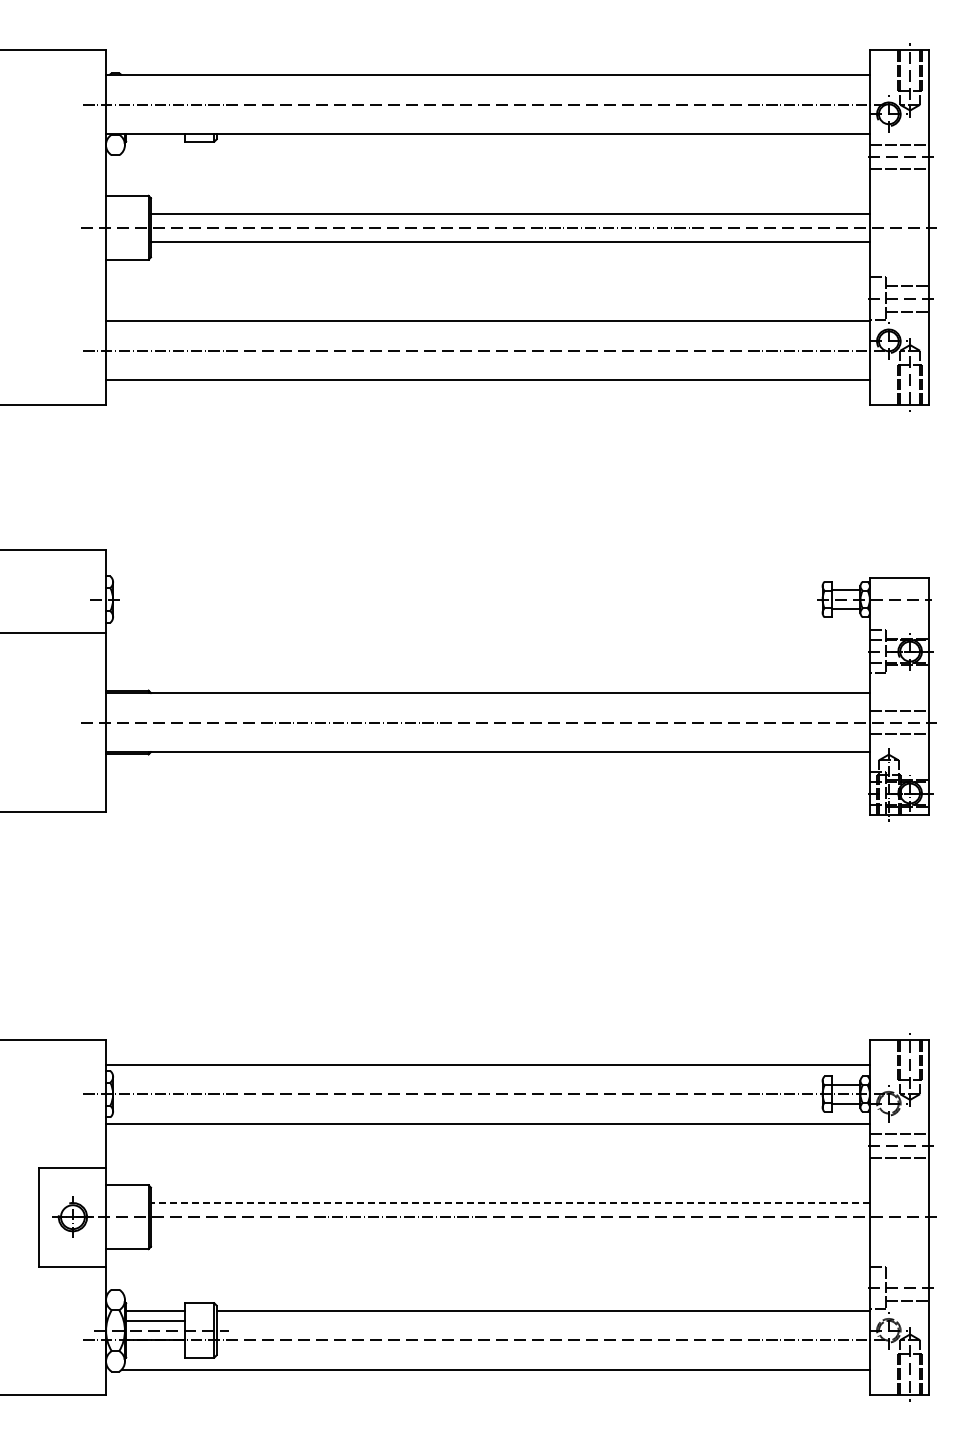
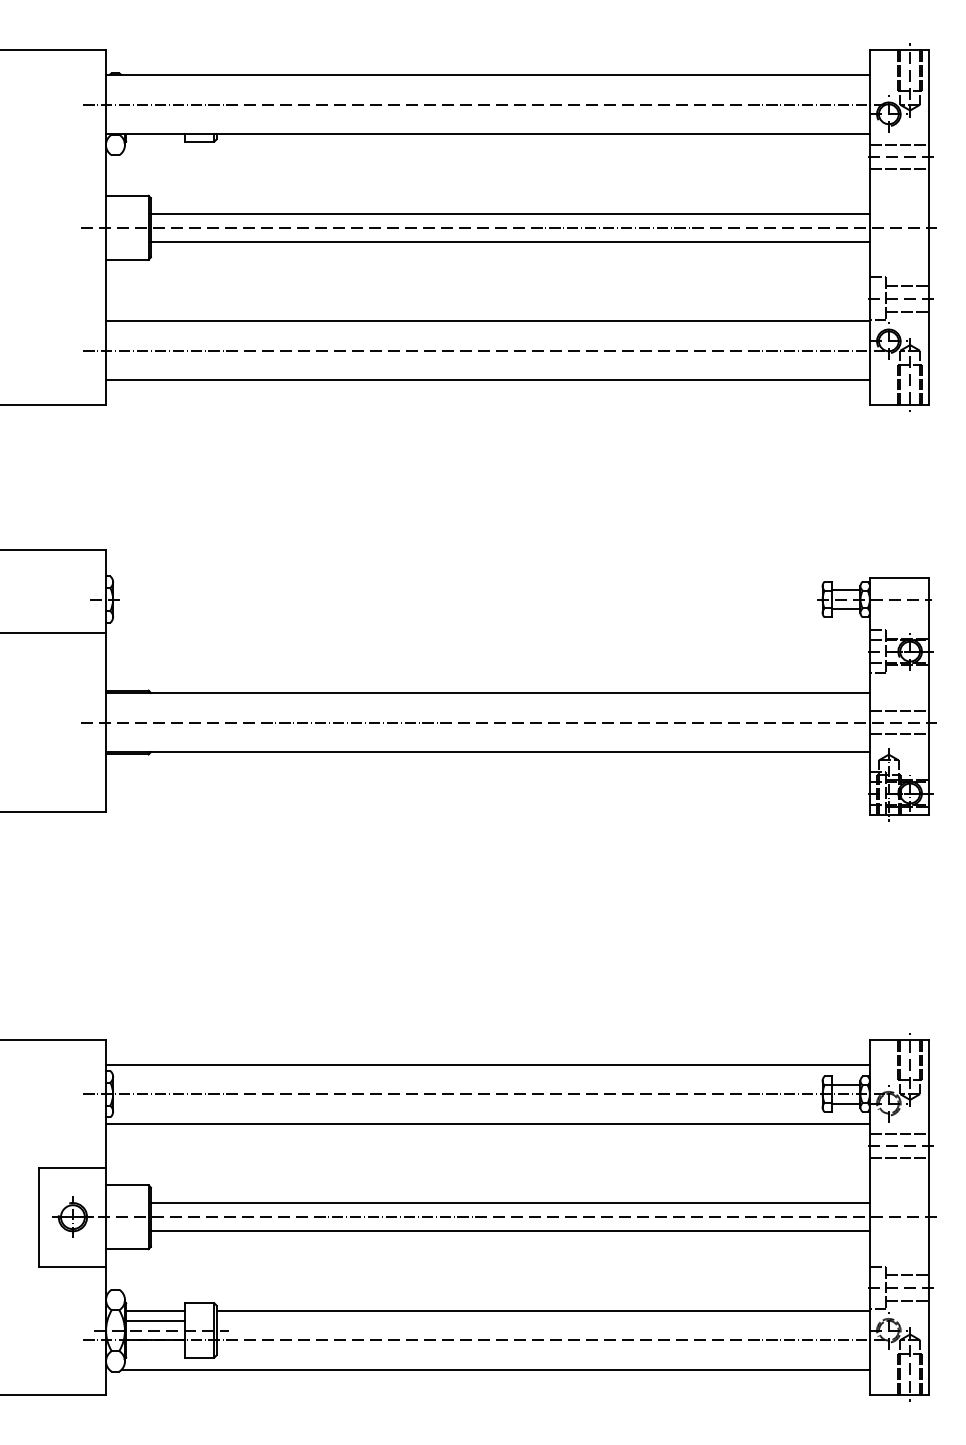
line at (509, 1202): dashed -> solid
line at (509, 1231): none -> present
line at (907, 1275): none -> present
